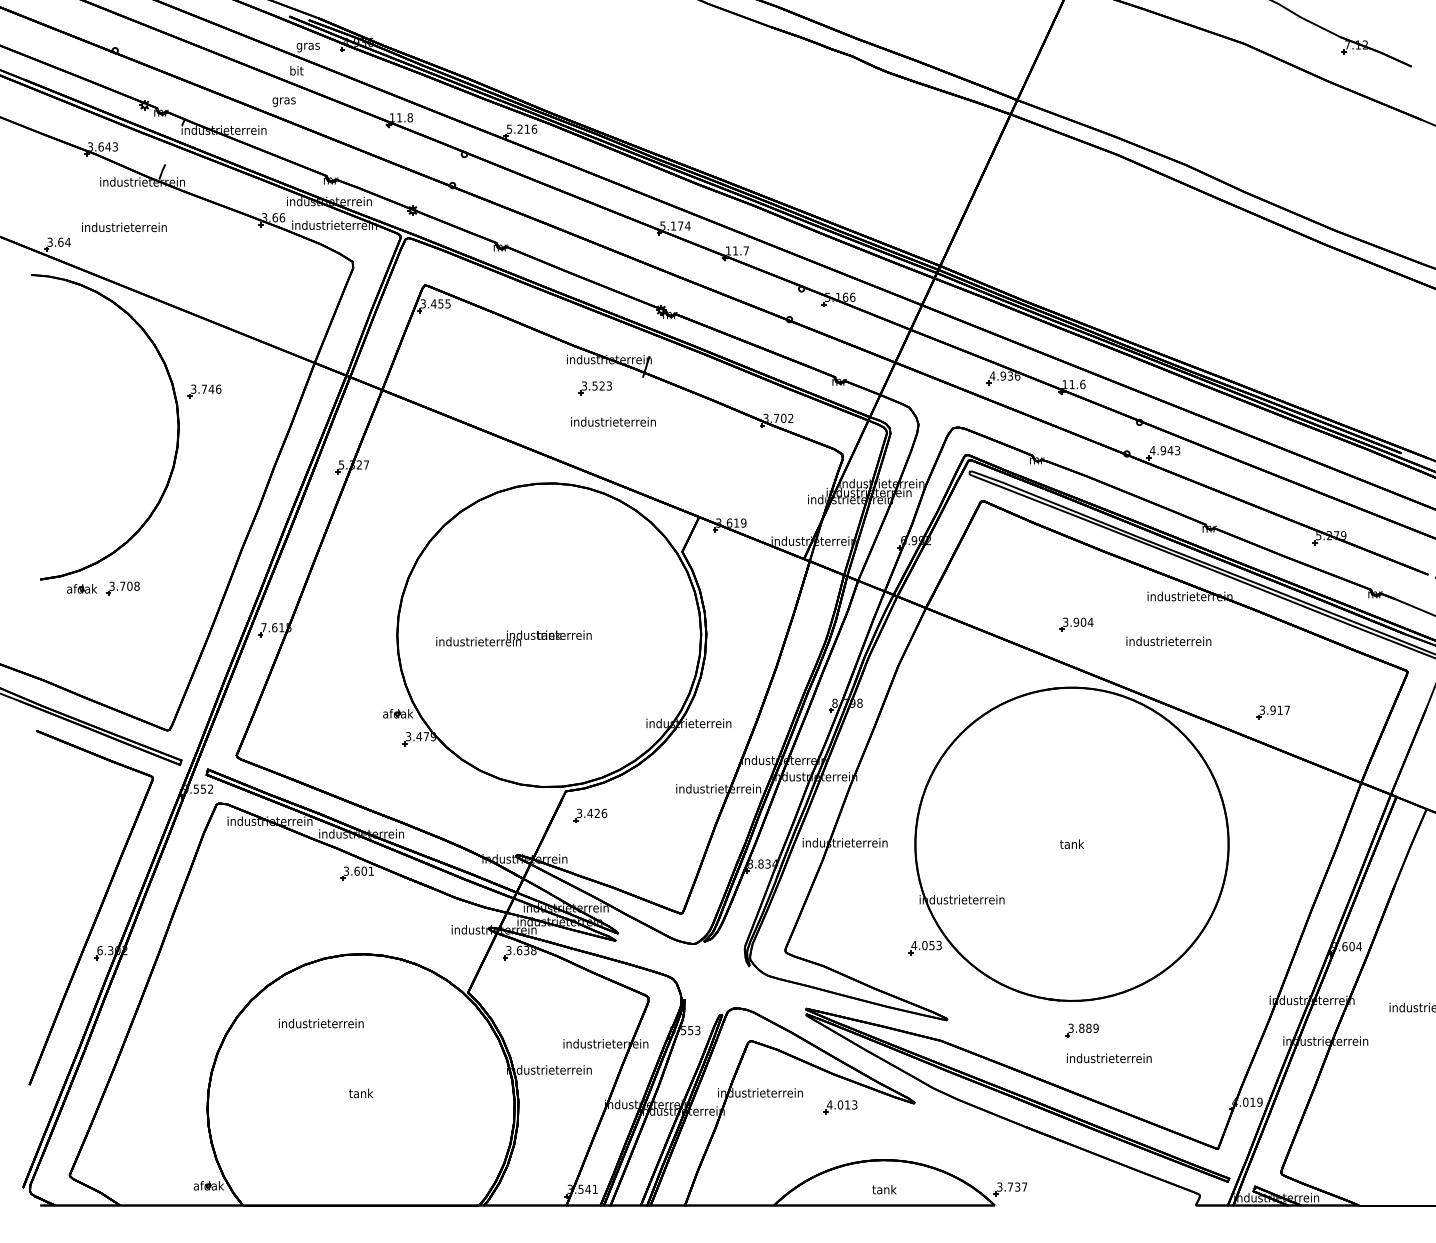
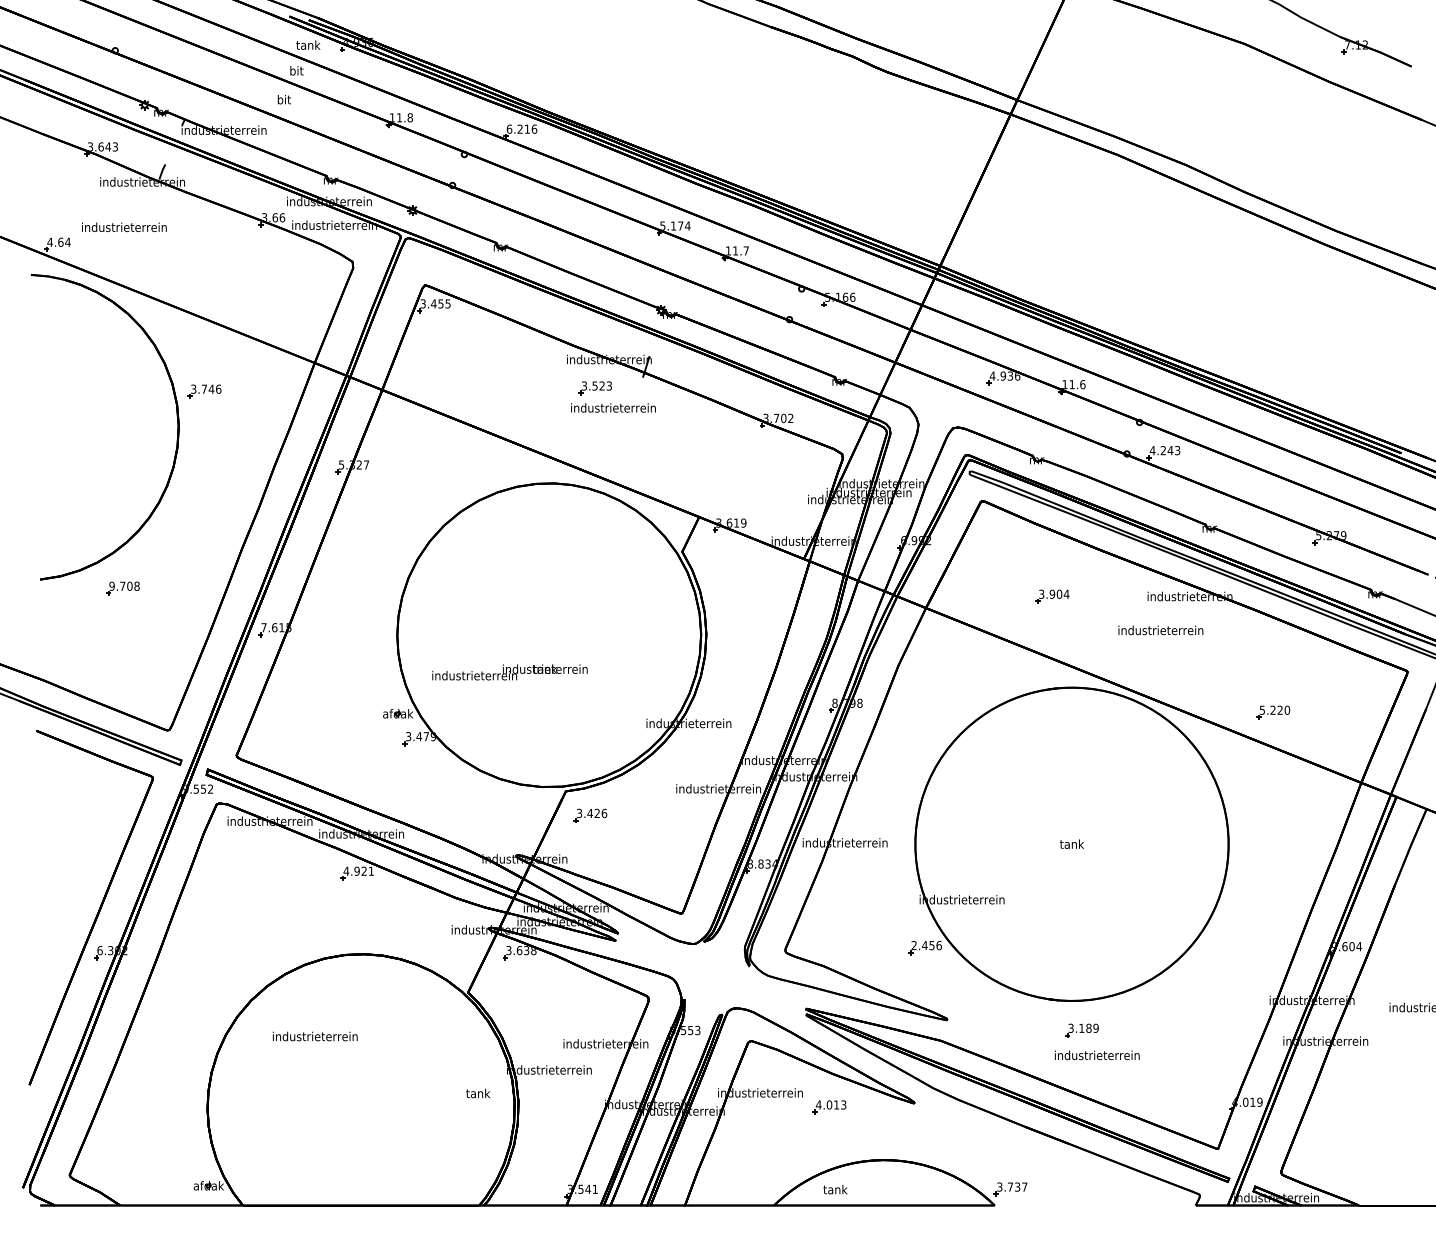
text at (308, 46): gras -> tank
text at (283, 100): gras -> bit
text at (509, 128): 5.216 -> 6.216
text at (50, 241): 3.64 -> 4.64
text at (613, 421) position: (613, 421) -> (613, 407)
text at (1163, 450): 4.943 -> 4.243
text at (111, 585): 3.708 -> 9.708
part at (82, 588): present -> none
part at (1076, 624) position: (1076, 624) -> (1052, 596)
text at (513, 638) position: (513, 638) -> (509, 672)
text at (1168, 641) position: (1168, 641) -> (1160, 630)
text at (1275, 709): 3.917 -> 5.220
text at (354, 870): 3.601 -> 4.921
text at (926, 945): 4.053 -> 2.456
text at (320, 1023) position: (320, 1023) -> (314, 1036)
text at (1081, 1027): 3.889 -> 3.189
text at (1109, 1058) position: (1109, 1058) -> (1097, 1055)
text at (360, 1093) position: (360, 1093) -> (477, 1093)
part at (840, 1107) position: (840, 1107) -> (829, 1107)
text at (884, 1189) position: (884, 1189) -> (835, 1189)
